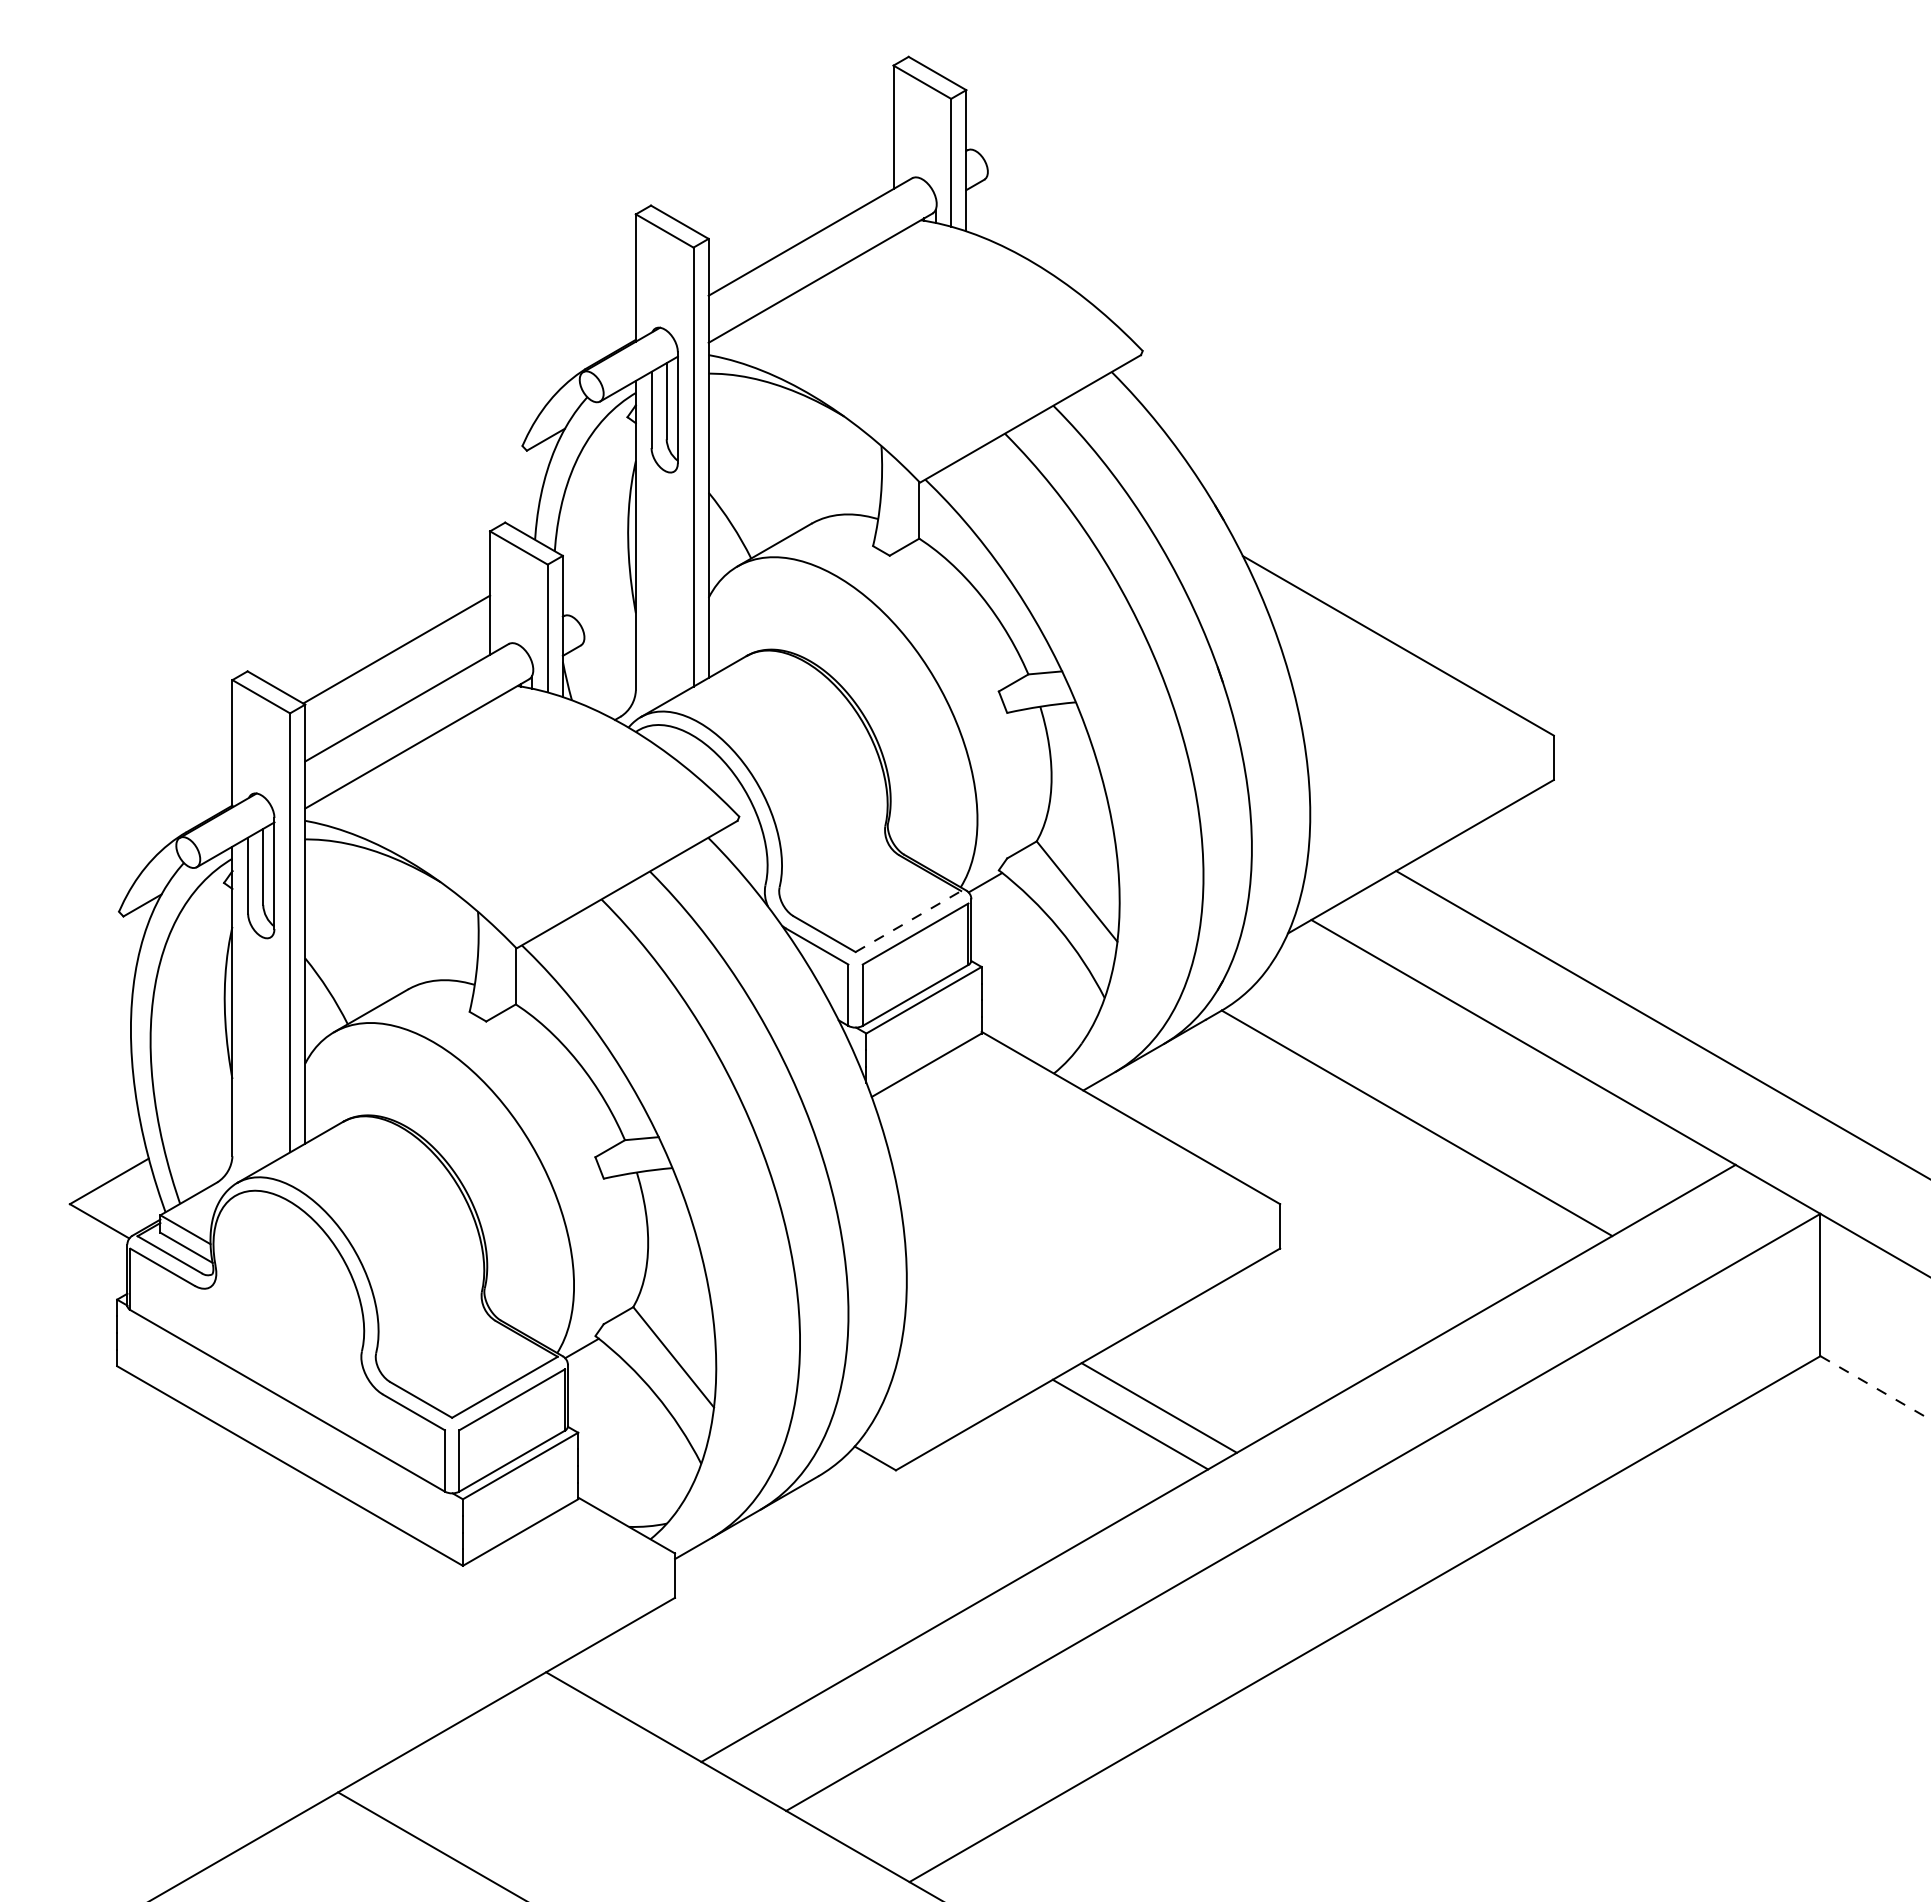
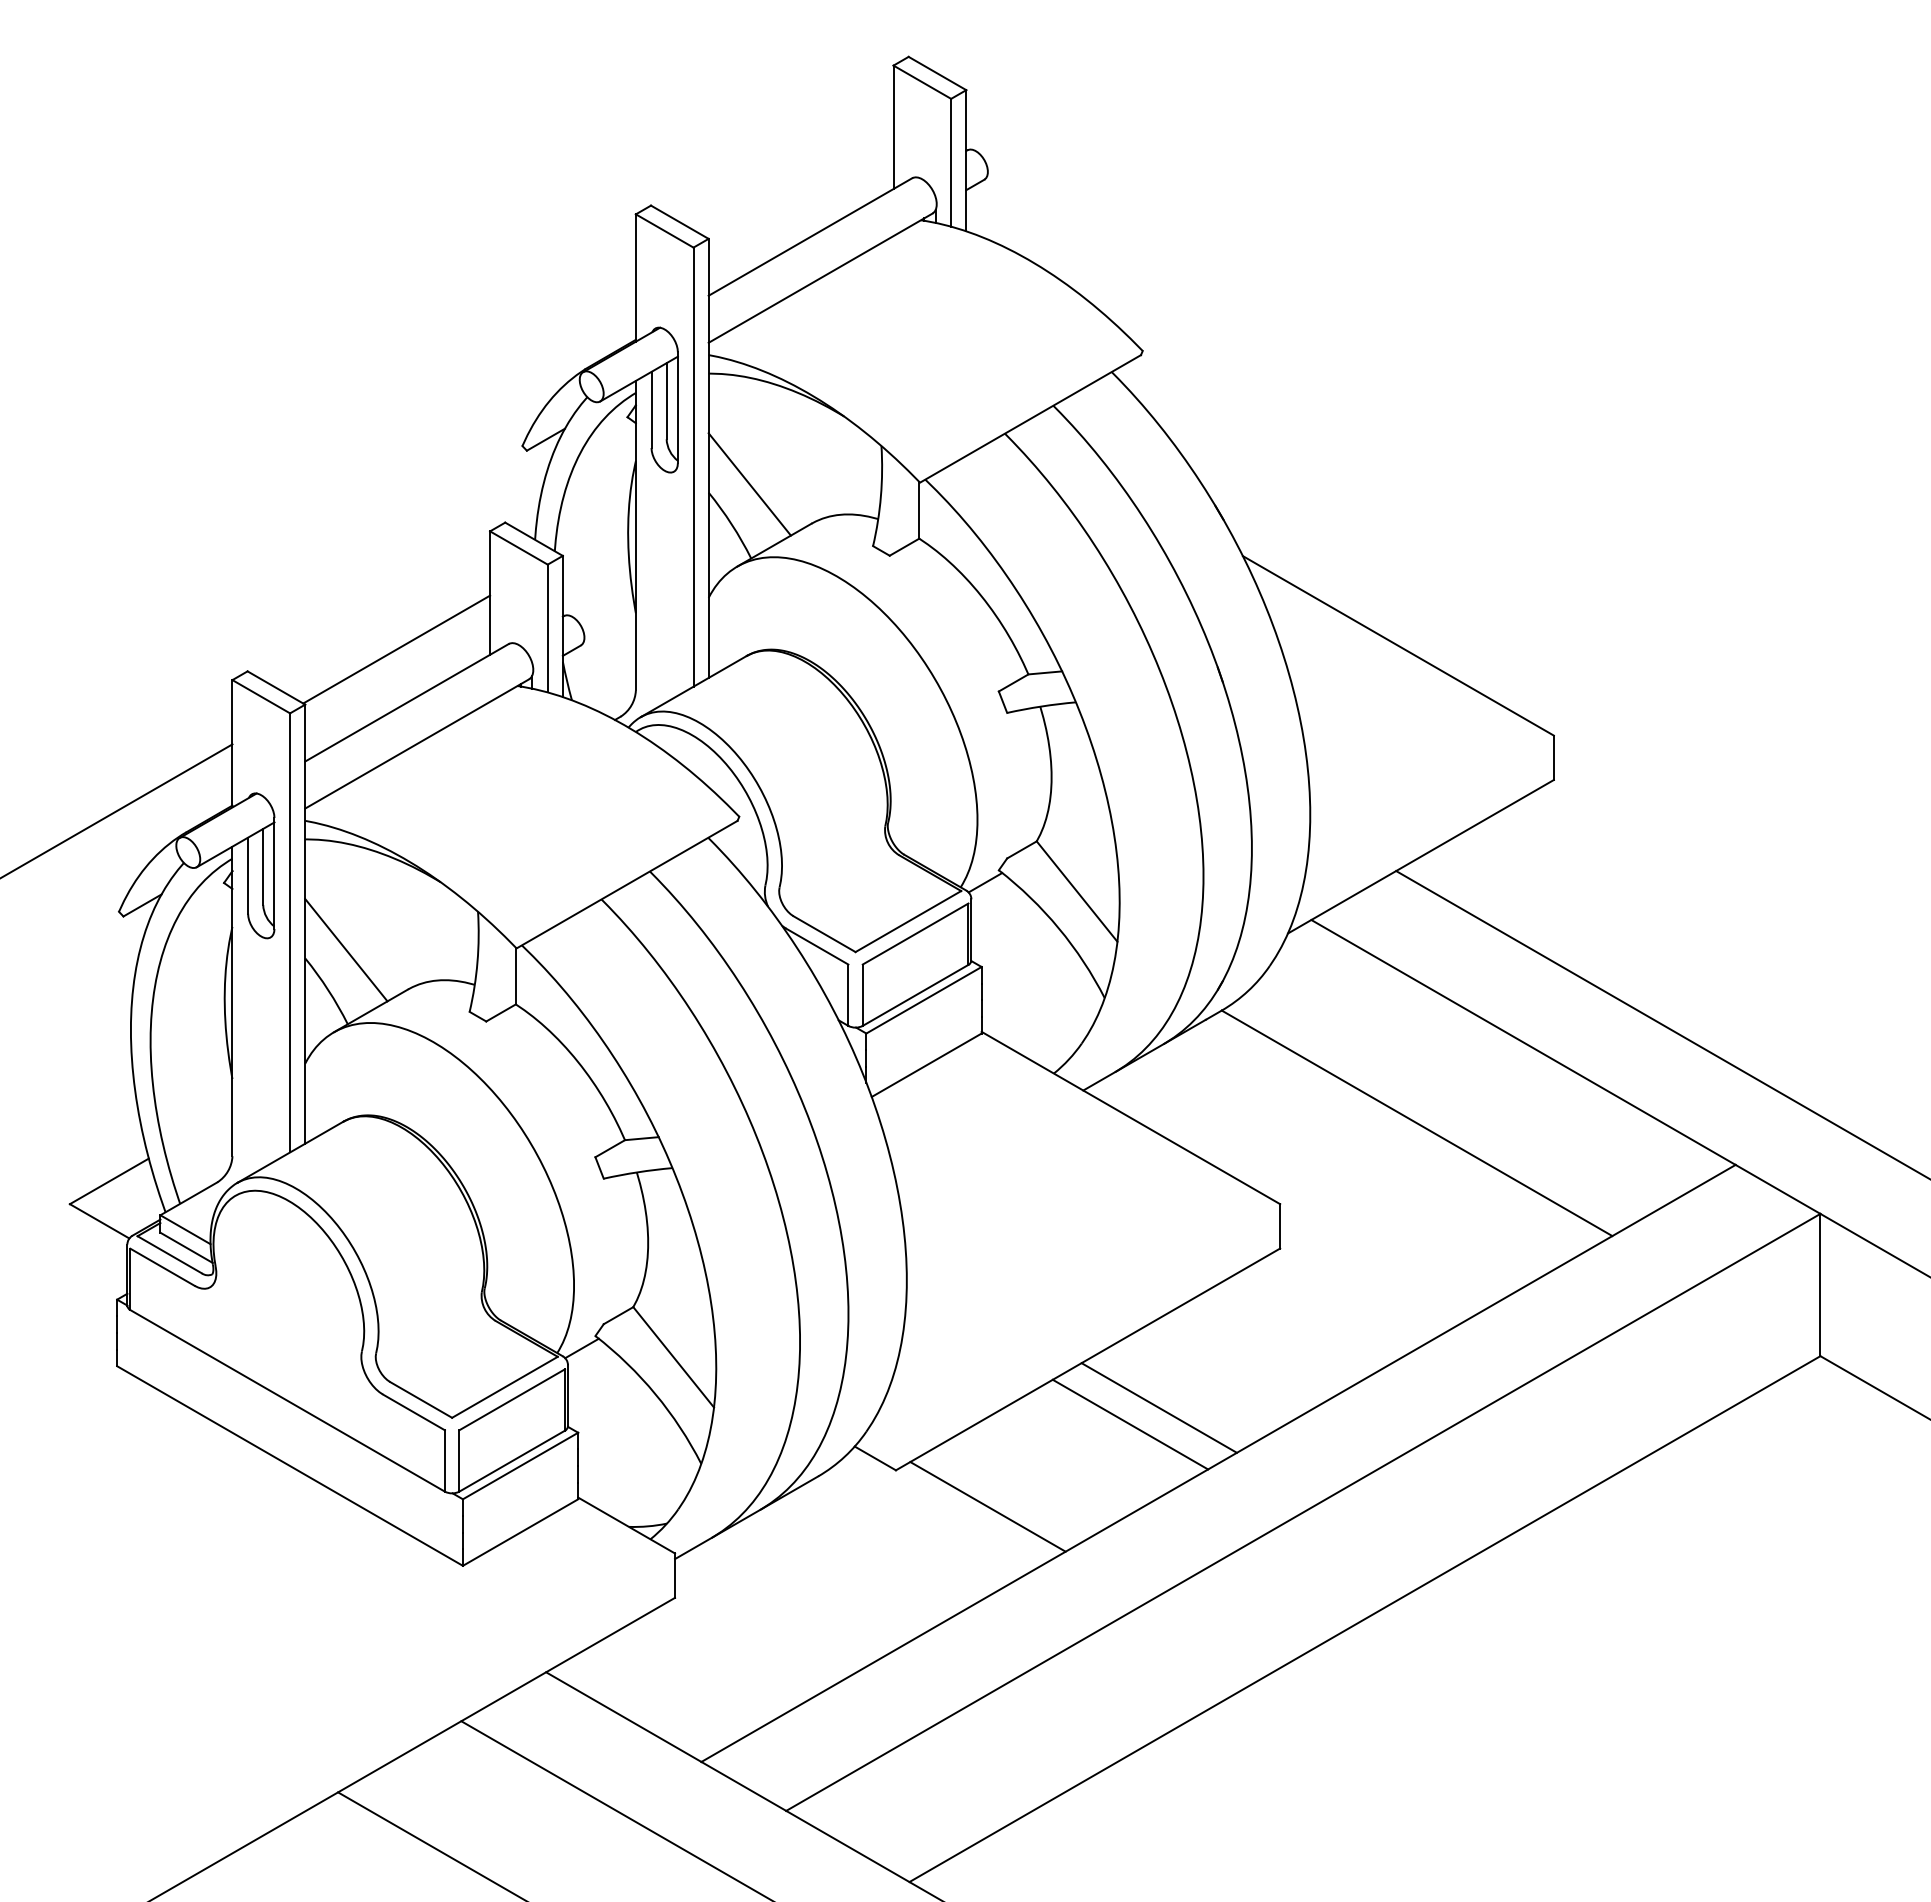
line at (749, 484): none -> present
line at (117, 810): none -> present
line at (908, 921): dashed -> solid
line at (346, 950): none -> present
line at (1875, 1388): dashed -> solid
line at (987, 1506): none -> present
line at (614, 1809): none -> present
